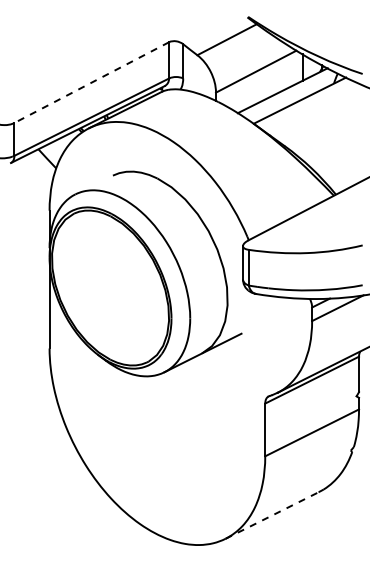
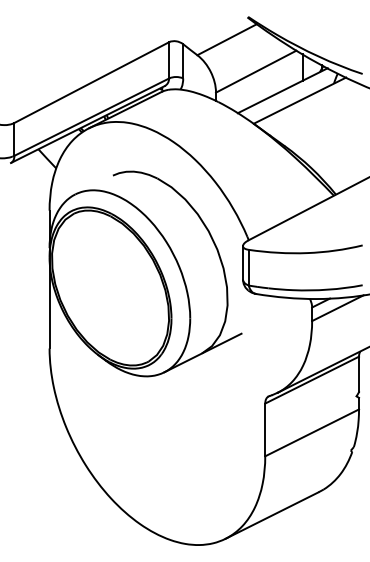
line at (91, 82): dashed -> solid
line at (272, 515): dashed -> solid
